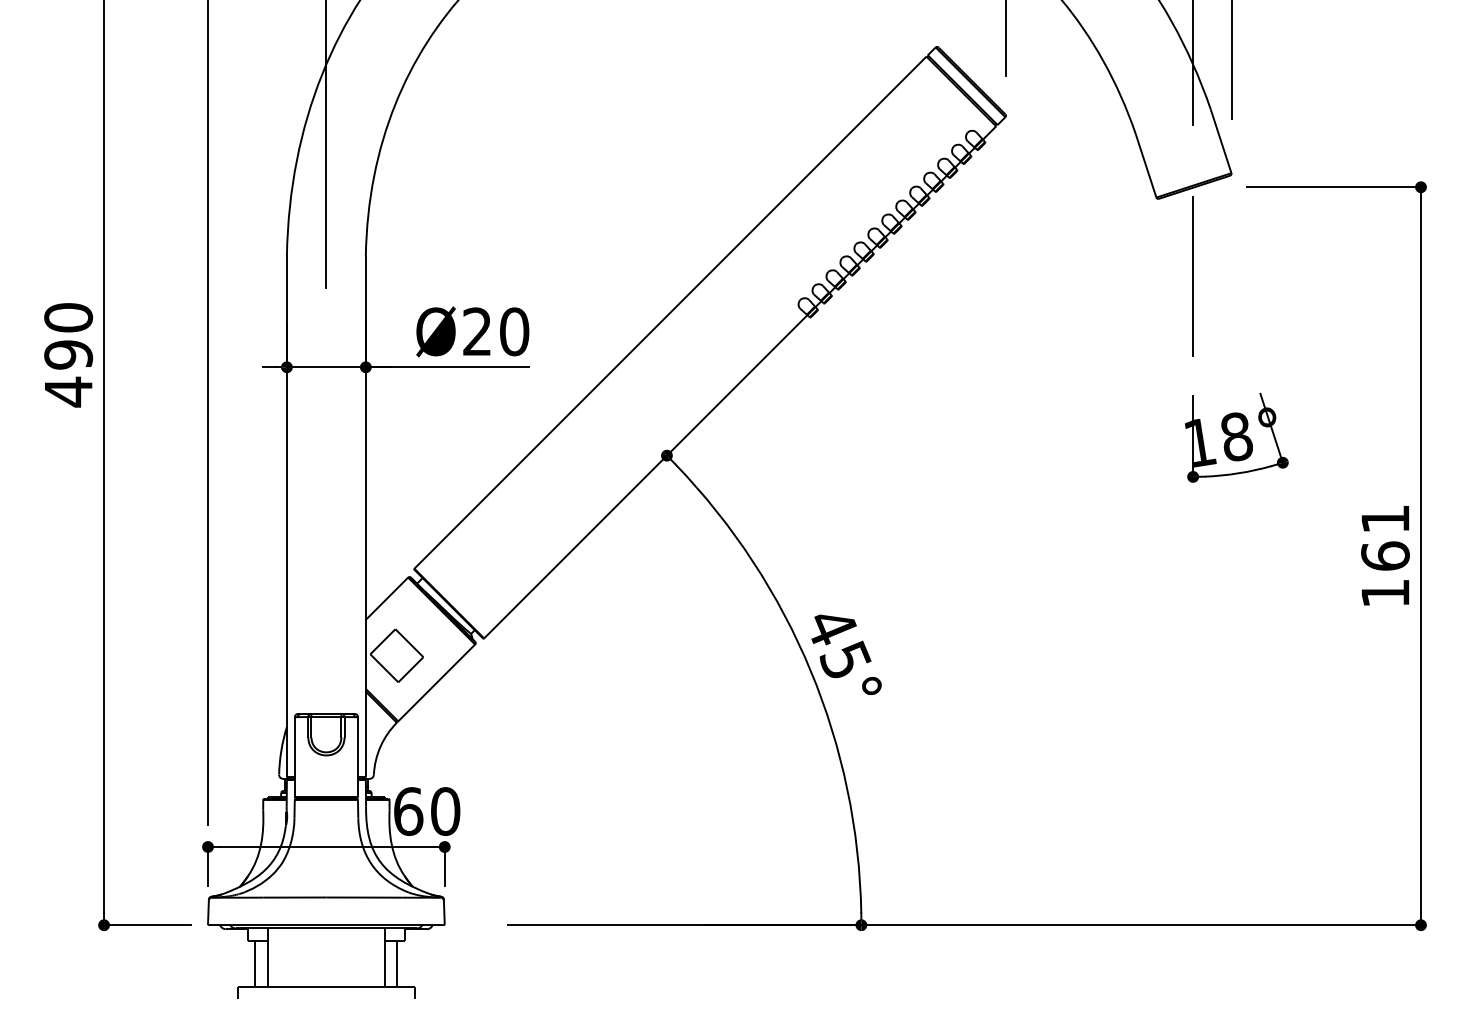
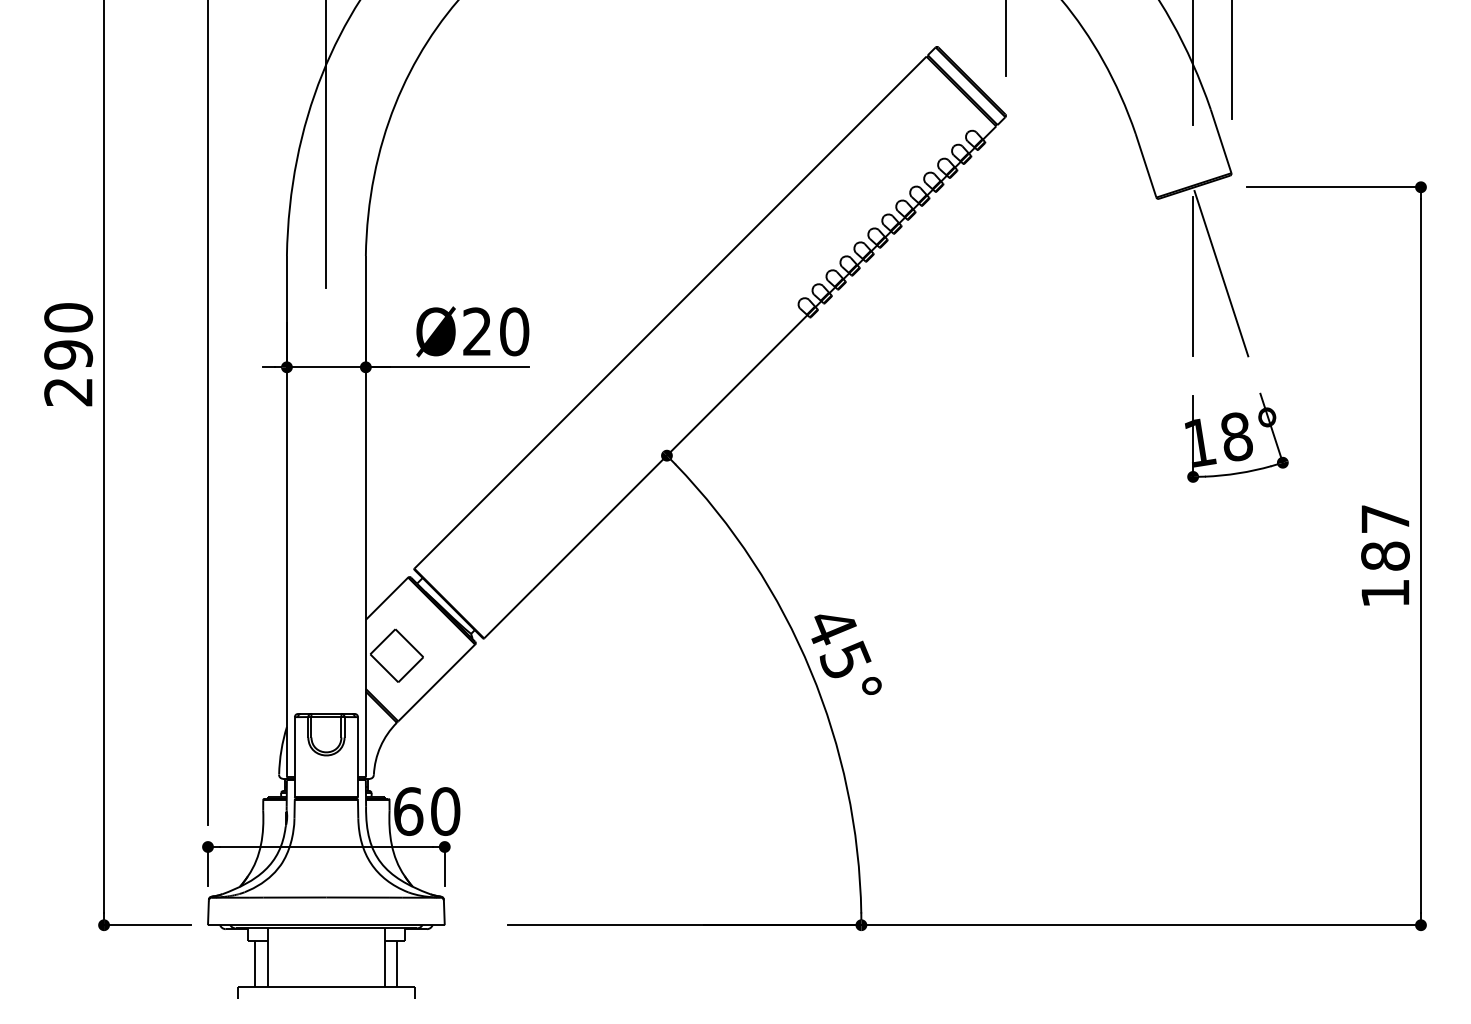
line at (1221, 273): none -> present
text at (68, 391): 490 -> 290
text at (1385, 537): 161 -> 187
